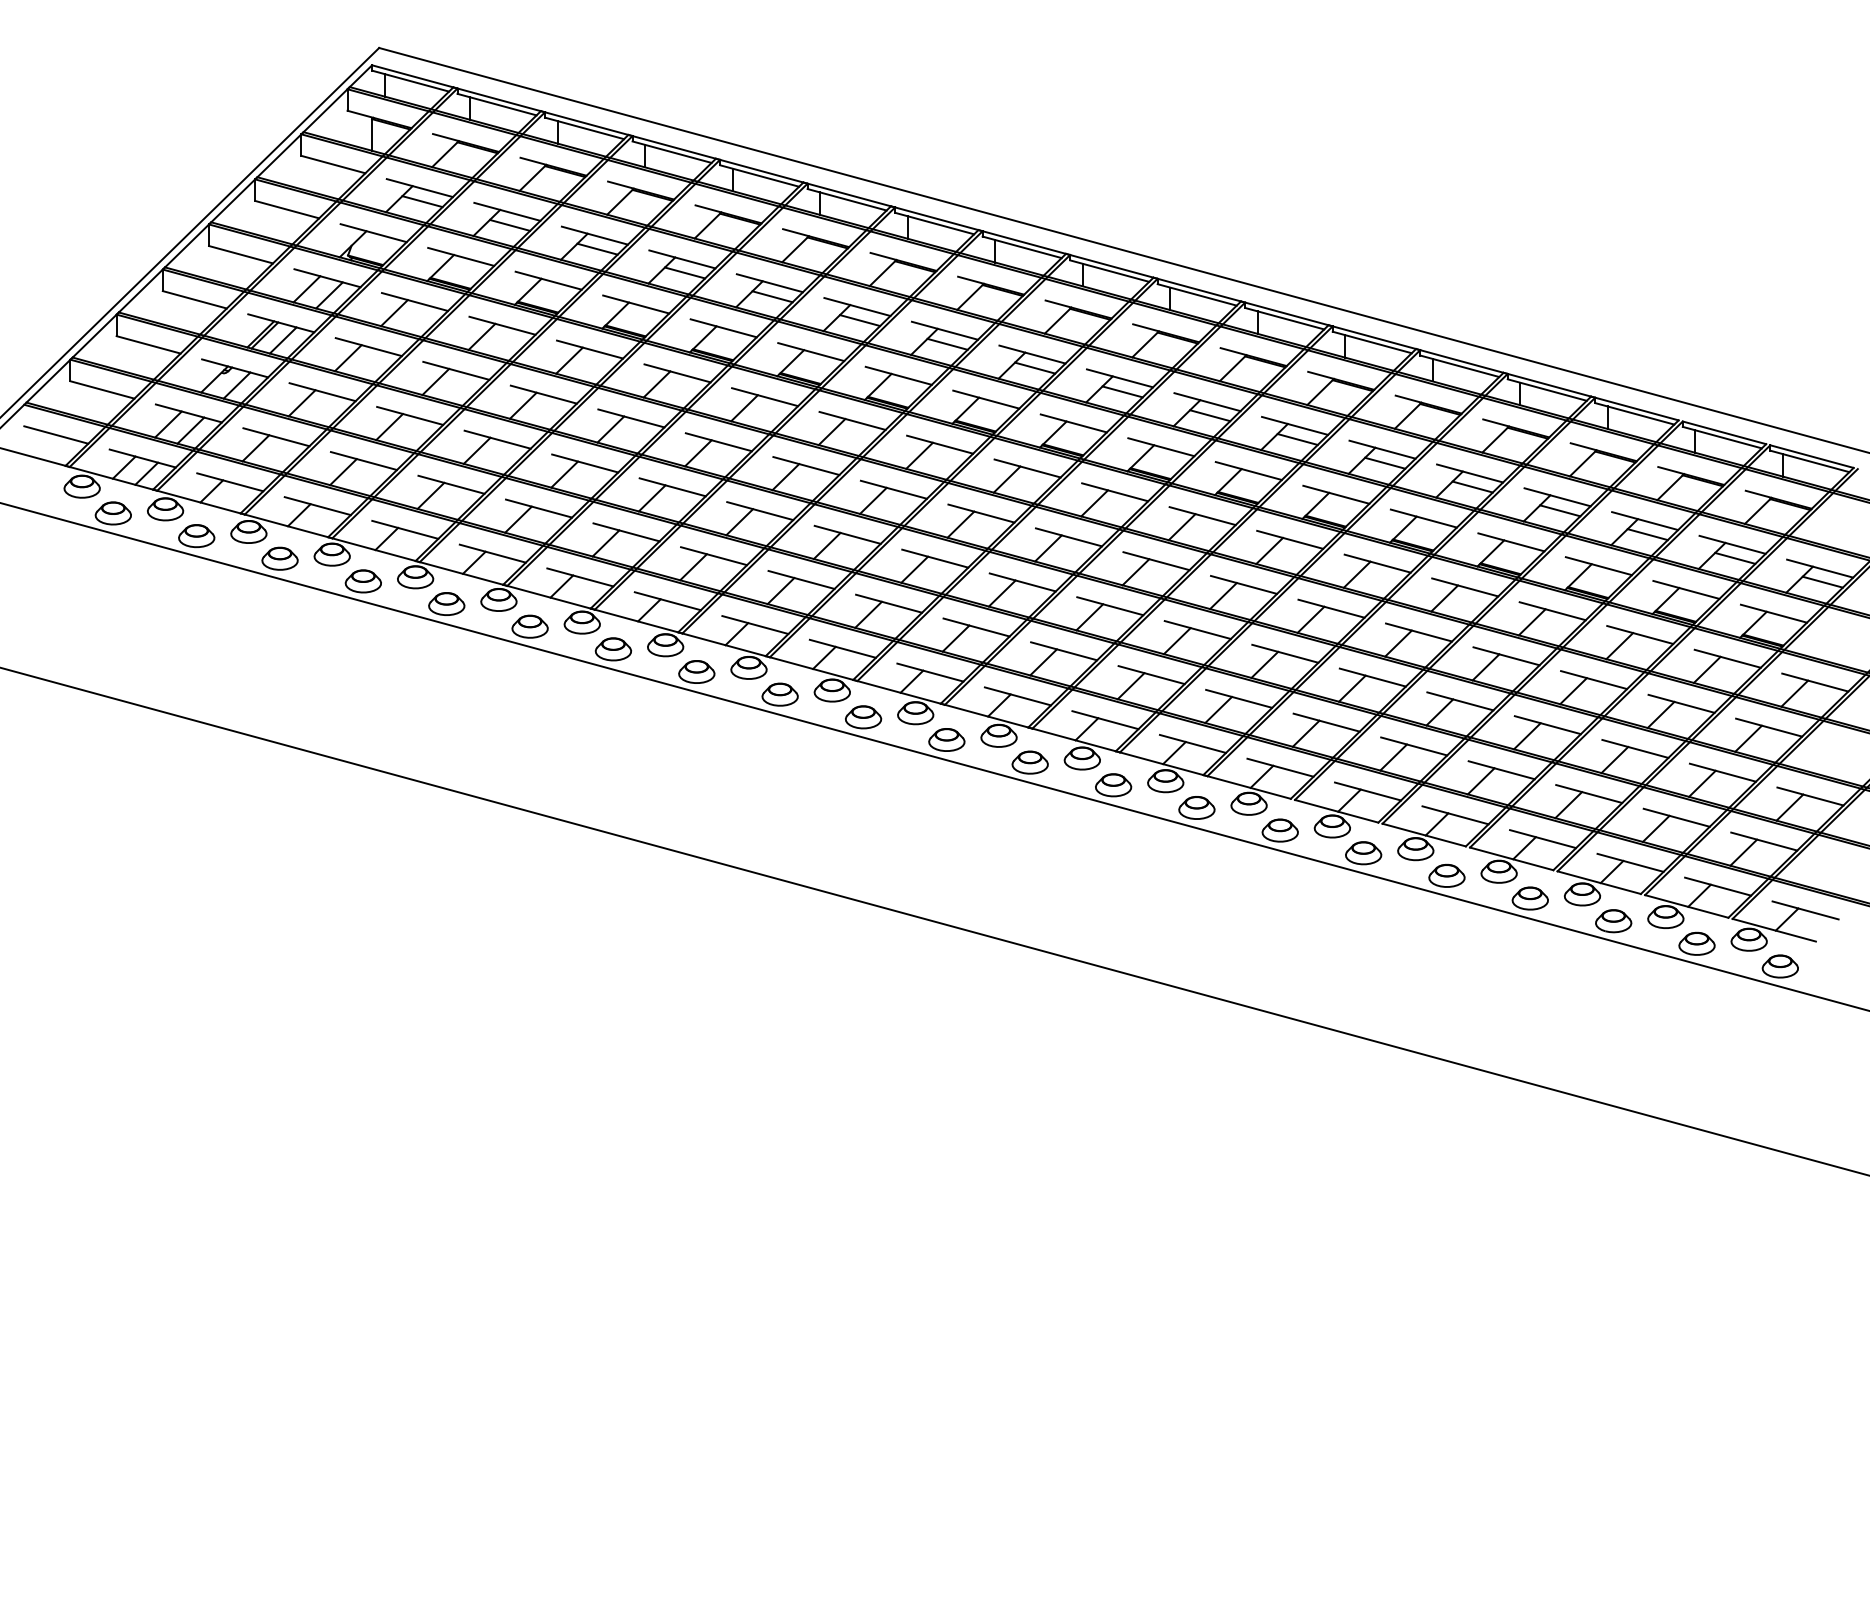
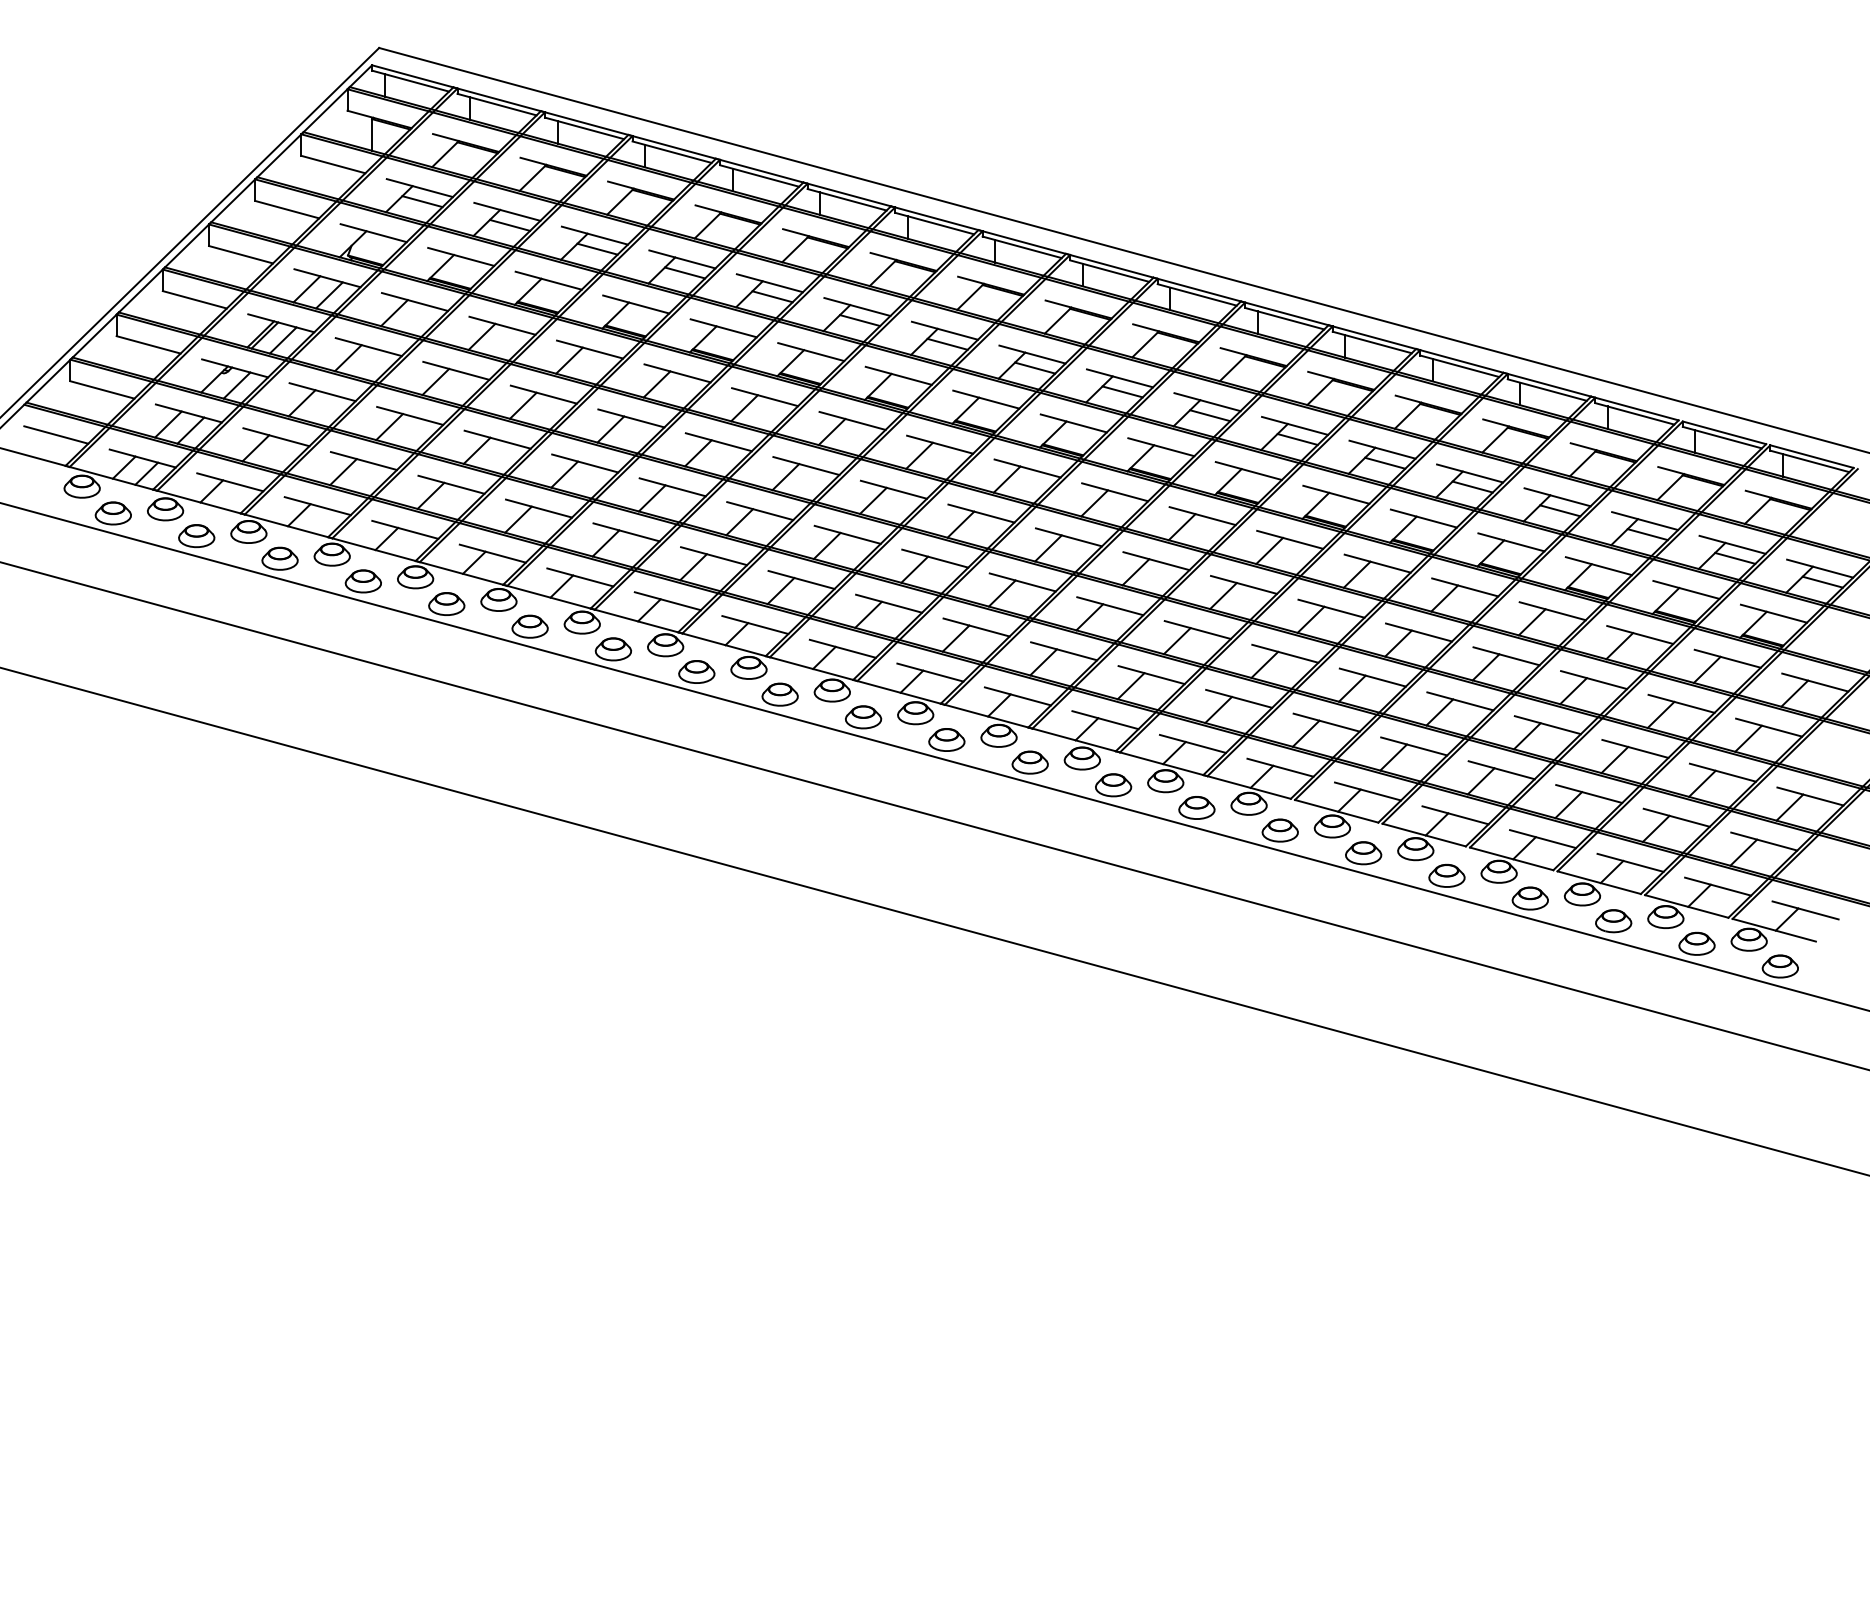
line at (934, 815): none -> present
